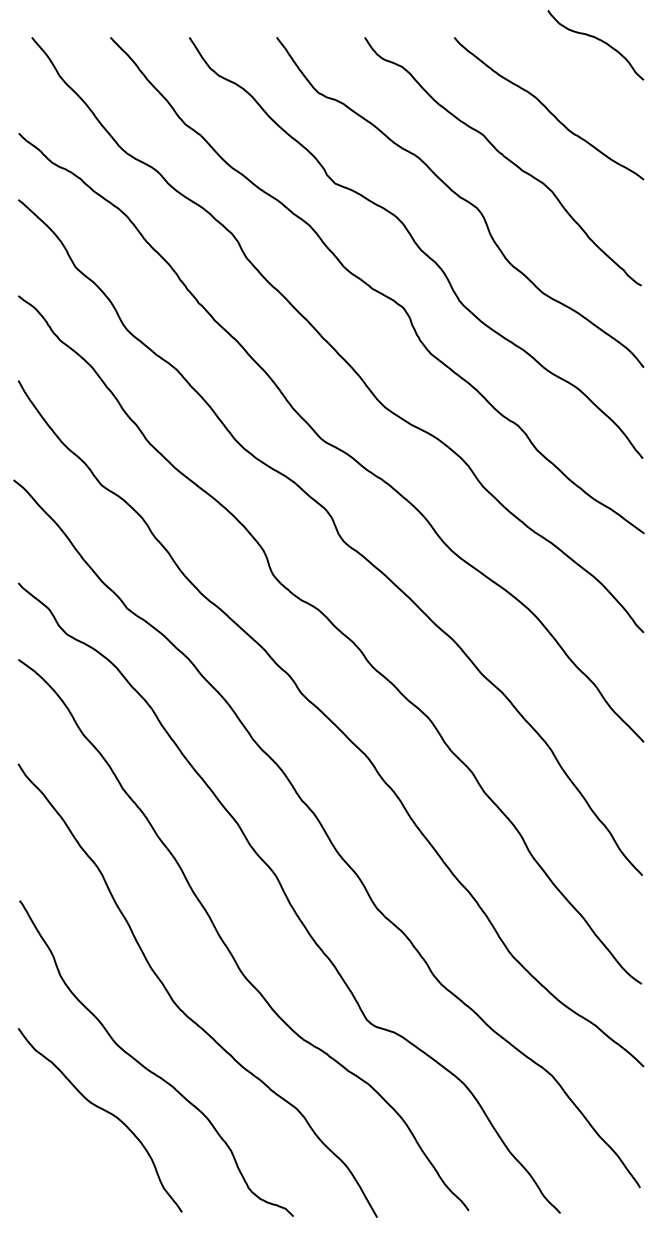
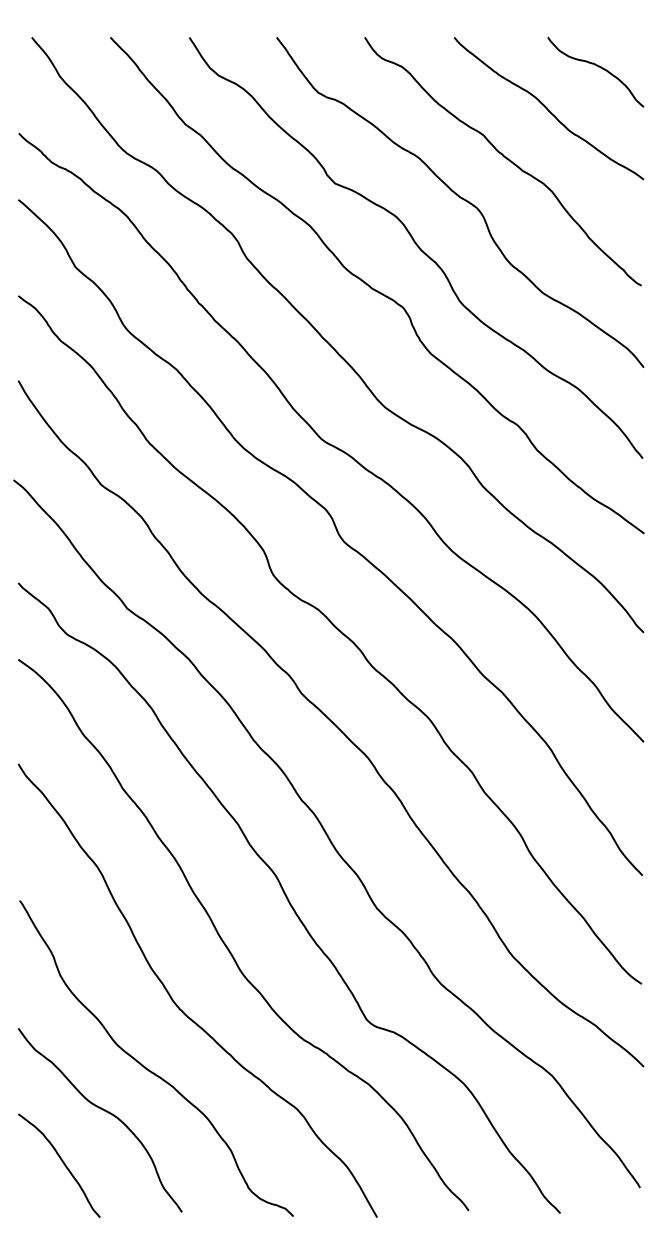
curve at (598, 40) position: (598, 40) -> (598, 67)
curve at (63, 1164): none -> present
